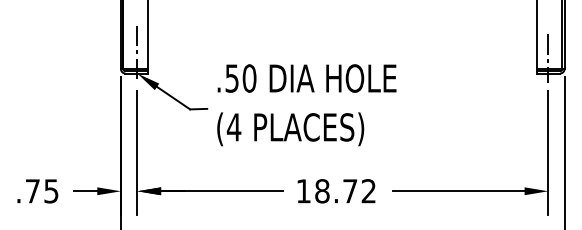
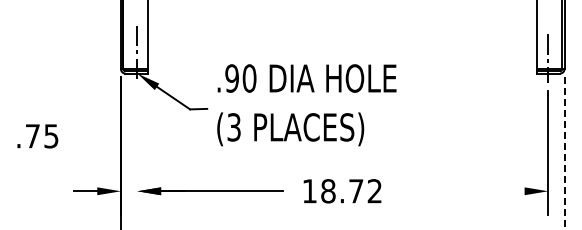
text at (231, 78): .50 -> .90
text at (233, 127): (4 -> (3
line at (137, 152): present -> none
line at (564, 153): solid -> dashed
text at (37, 191) position: (37, 191) -> (37, 136)
text at (336, 191) position: (336, 191) -> (342, 191)
line at (458, 191): present -> none
